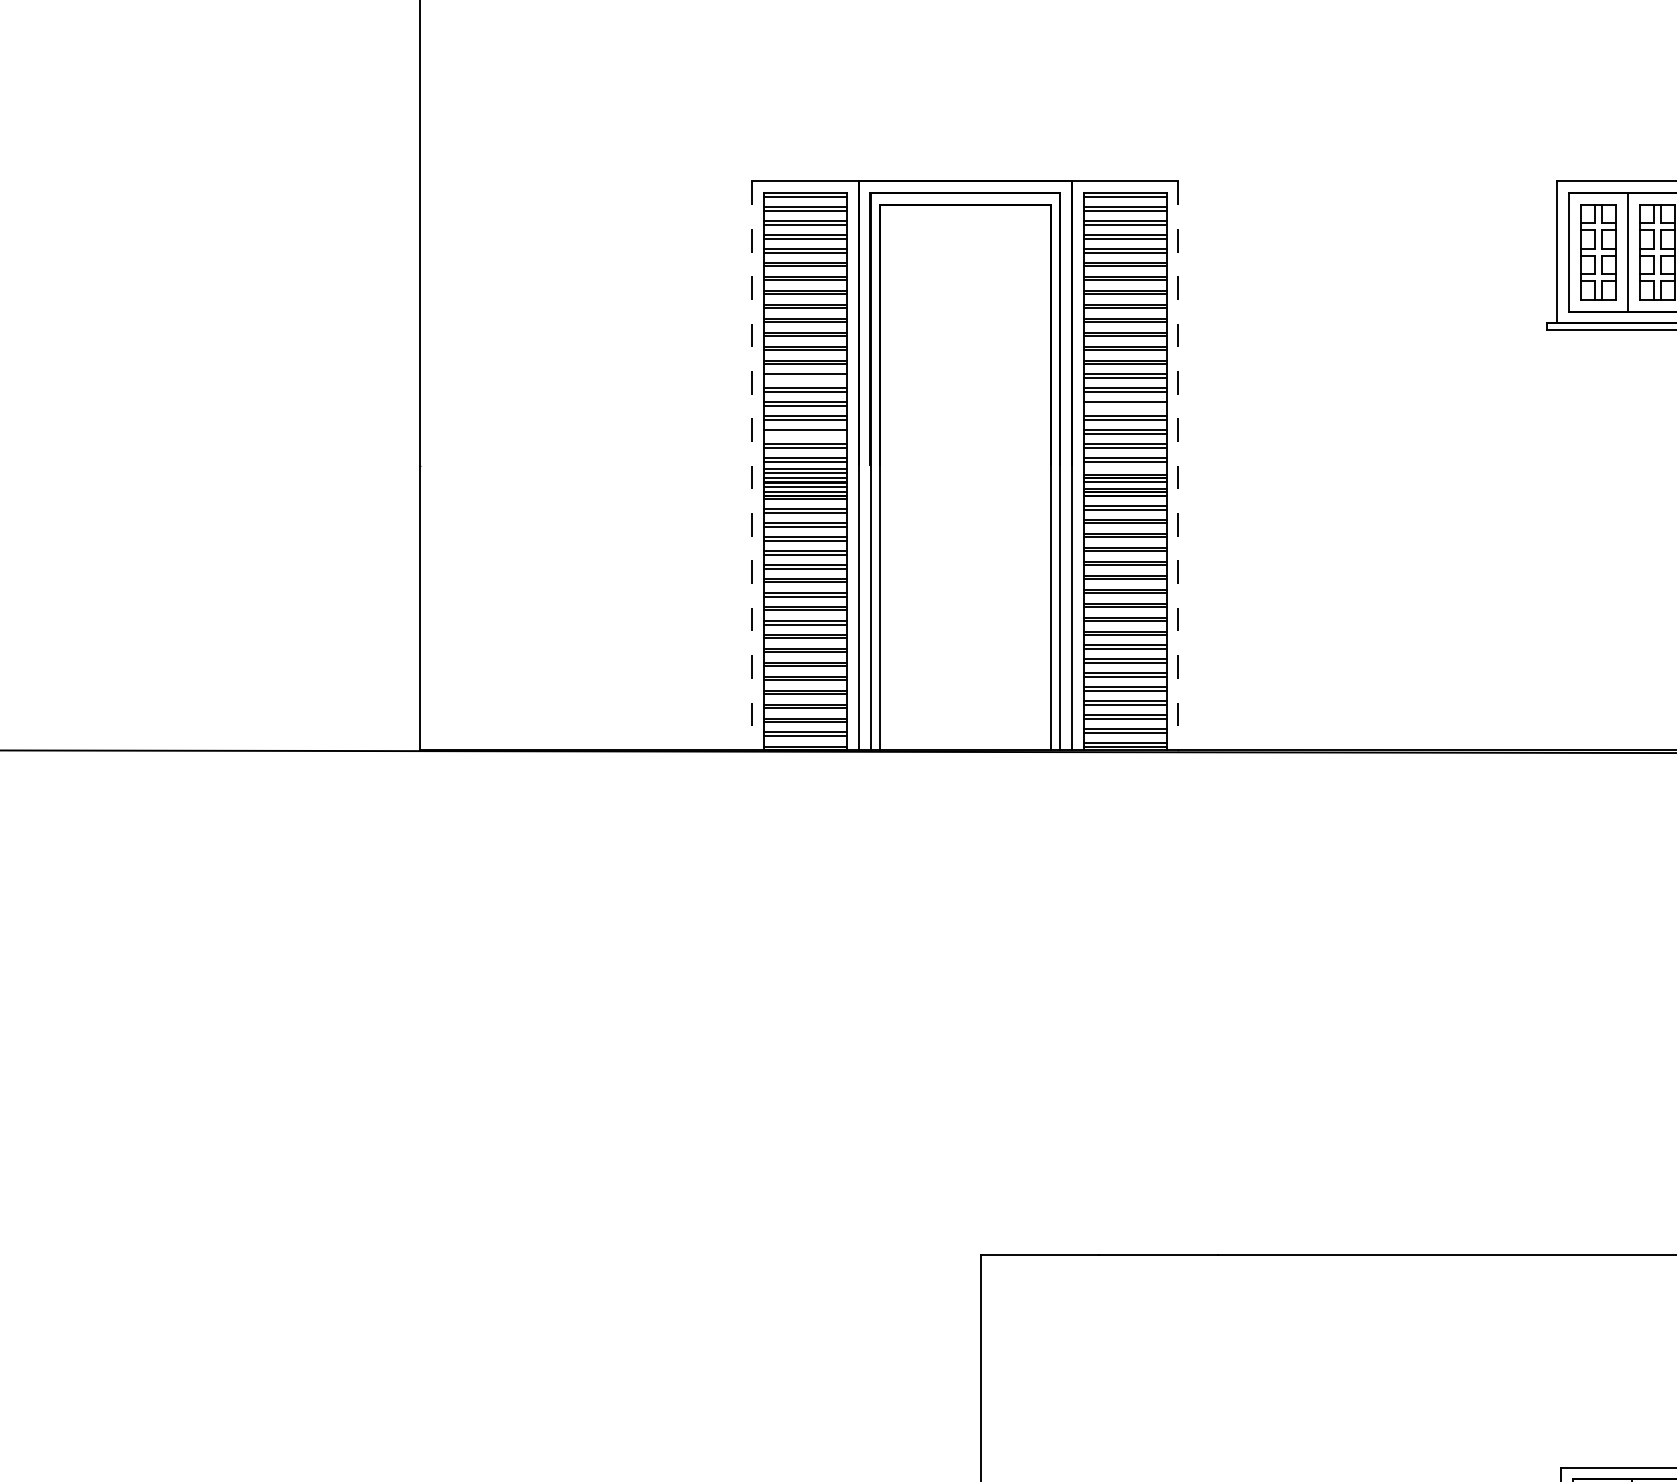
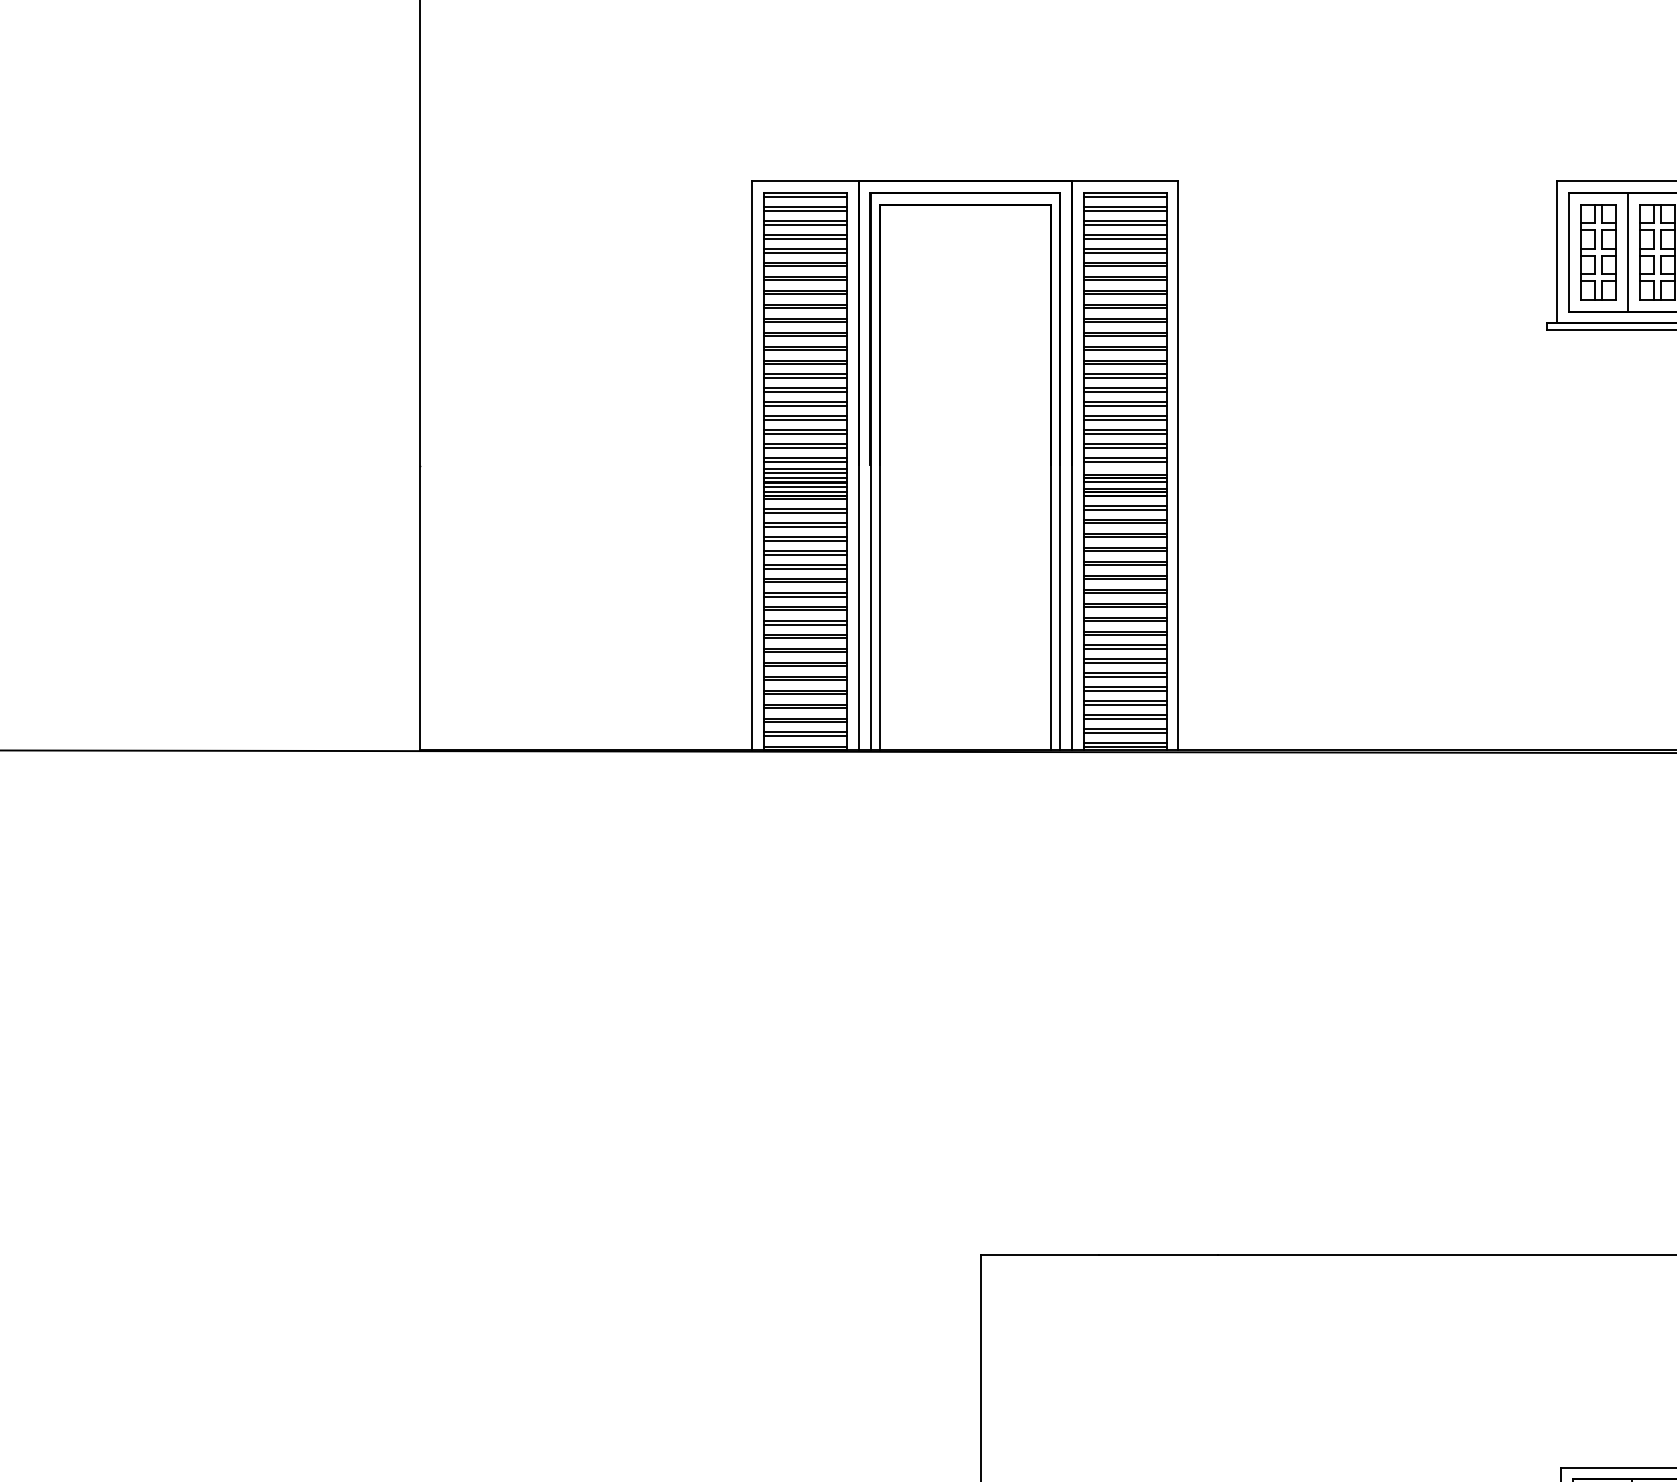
line at (804, 377): none -> present
line at (1124, 405): none -> present
line at (804, 433): none -> present
line at (752, 466): dashed -> solid
line at (1178, 466): dashed -> solid
